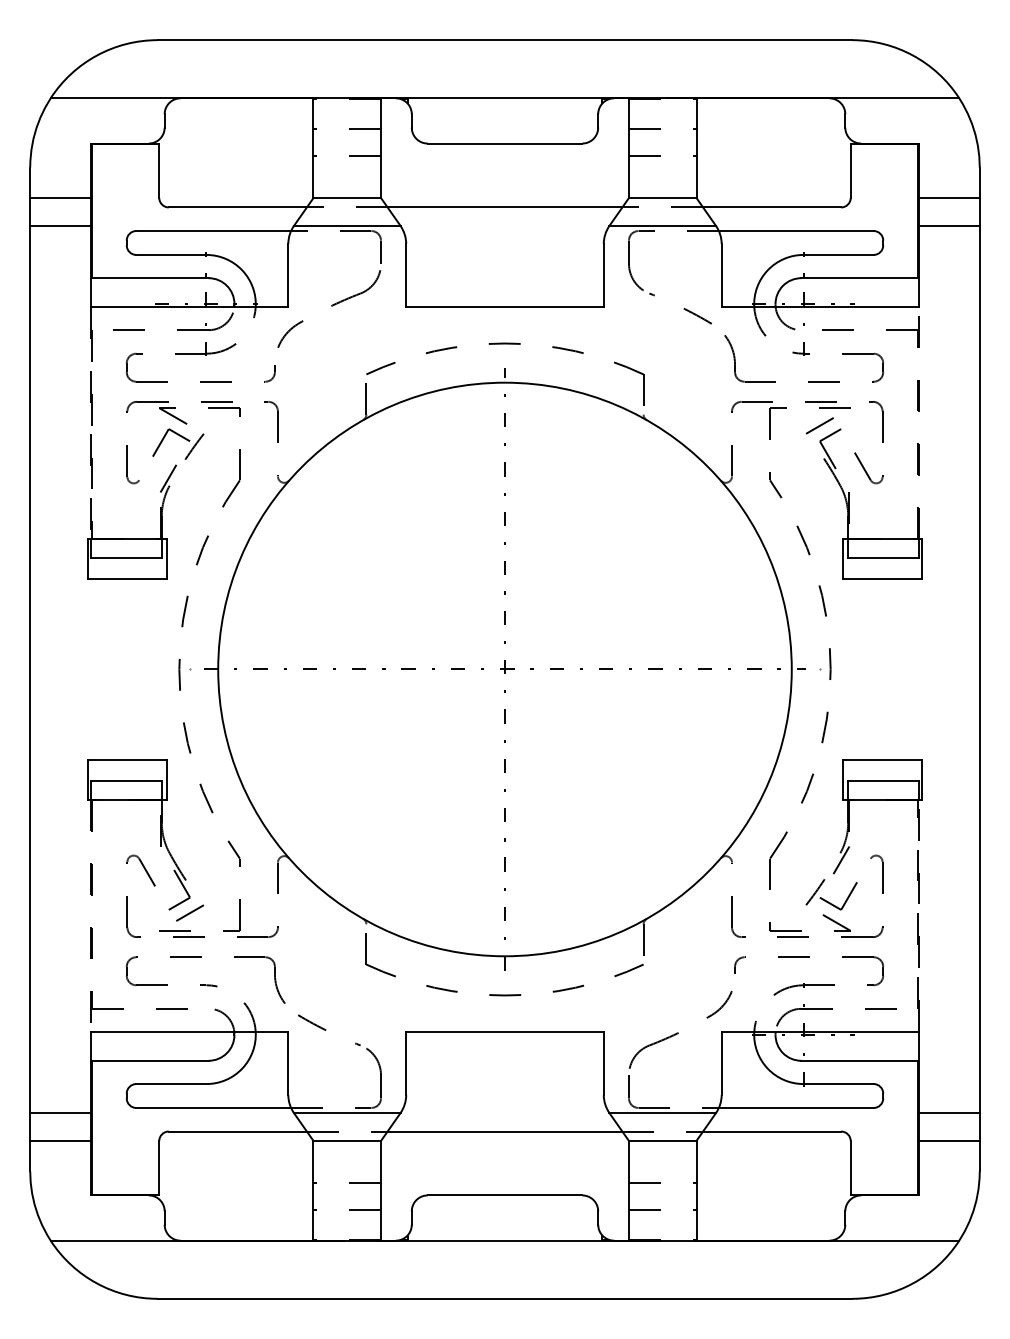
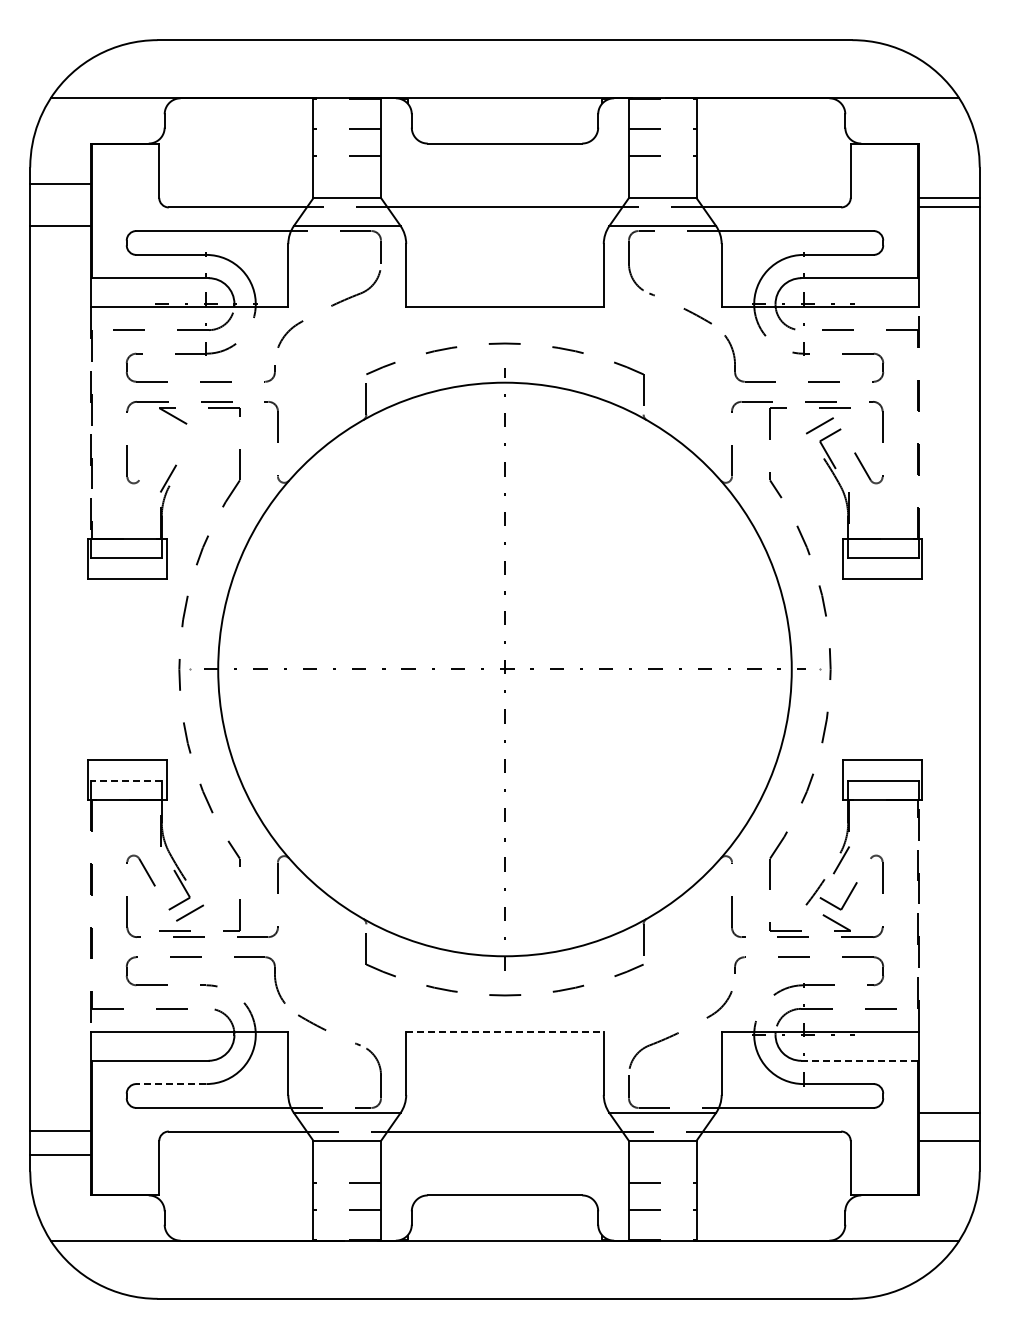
line at (60, 198) position: (60, 198) -> (60, 184)
line at (949, 225) position: (949, 225) -> (949, 206)
part at (181, 437): present -> none
line at (126, 781): solid -> dashed
line at (505, 1031): solid -> dashed
line at (858, 1060): solid -> dashed
line at (170, 1084): solid -> dashed
line at (60, 1113) position: (60, 1113) -> (60, 1131)
line at (60, 1140) position: (60, 1140) -> (60, 1154)
